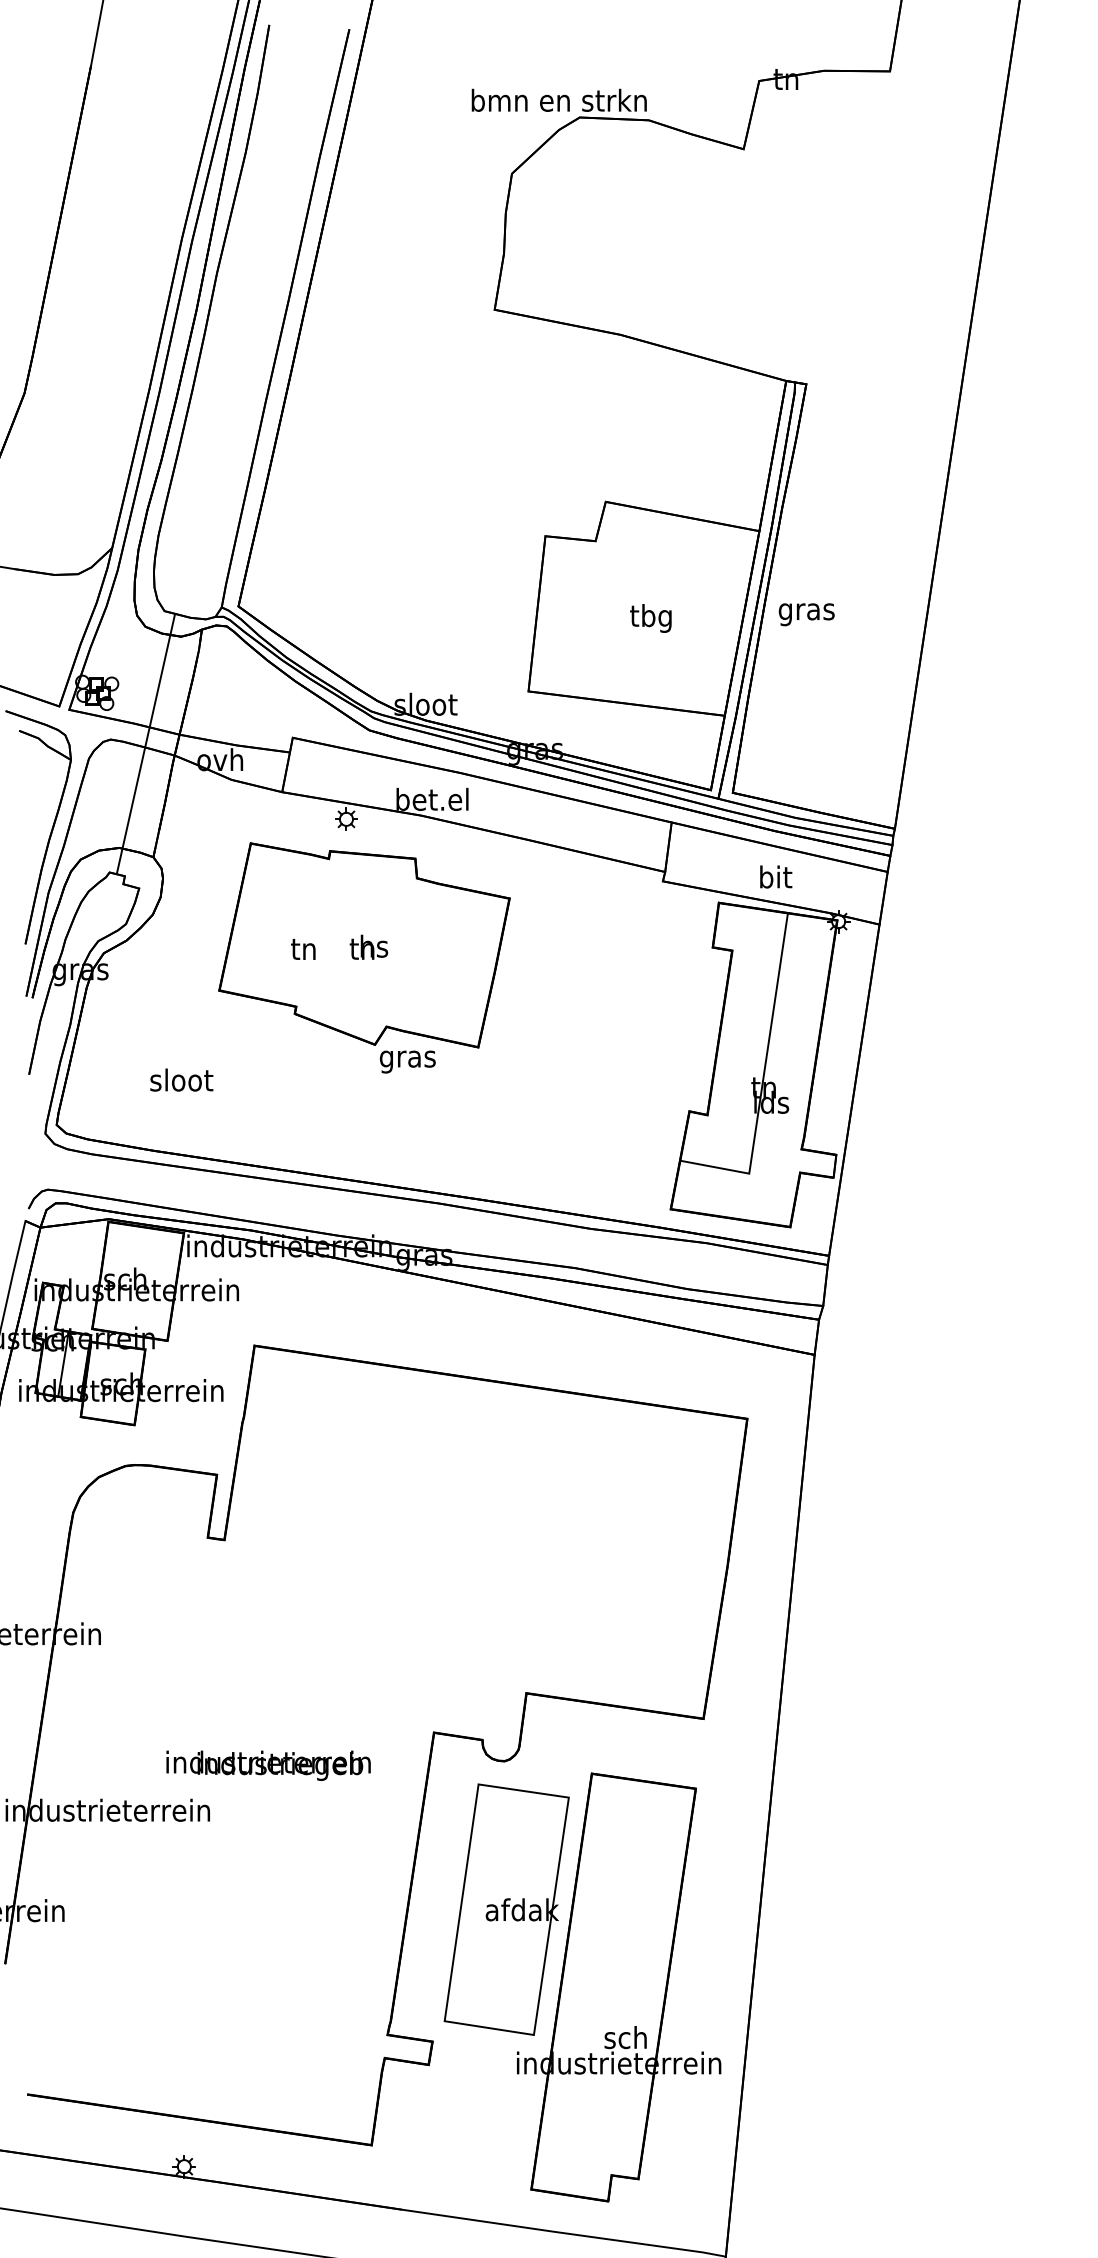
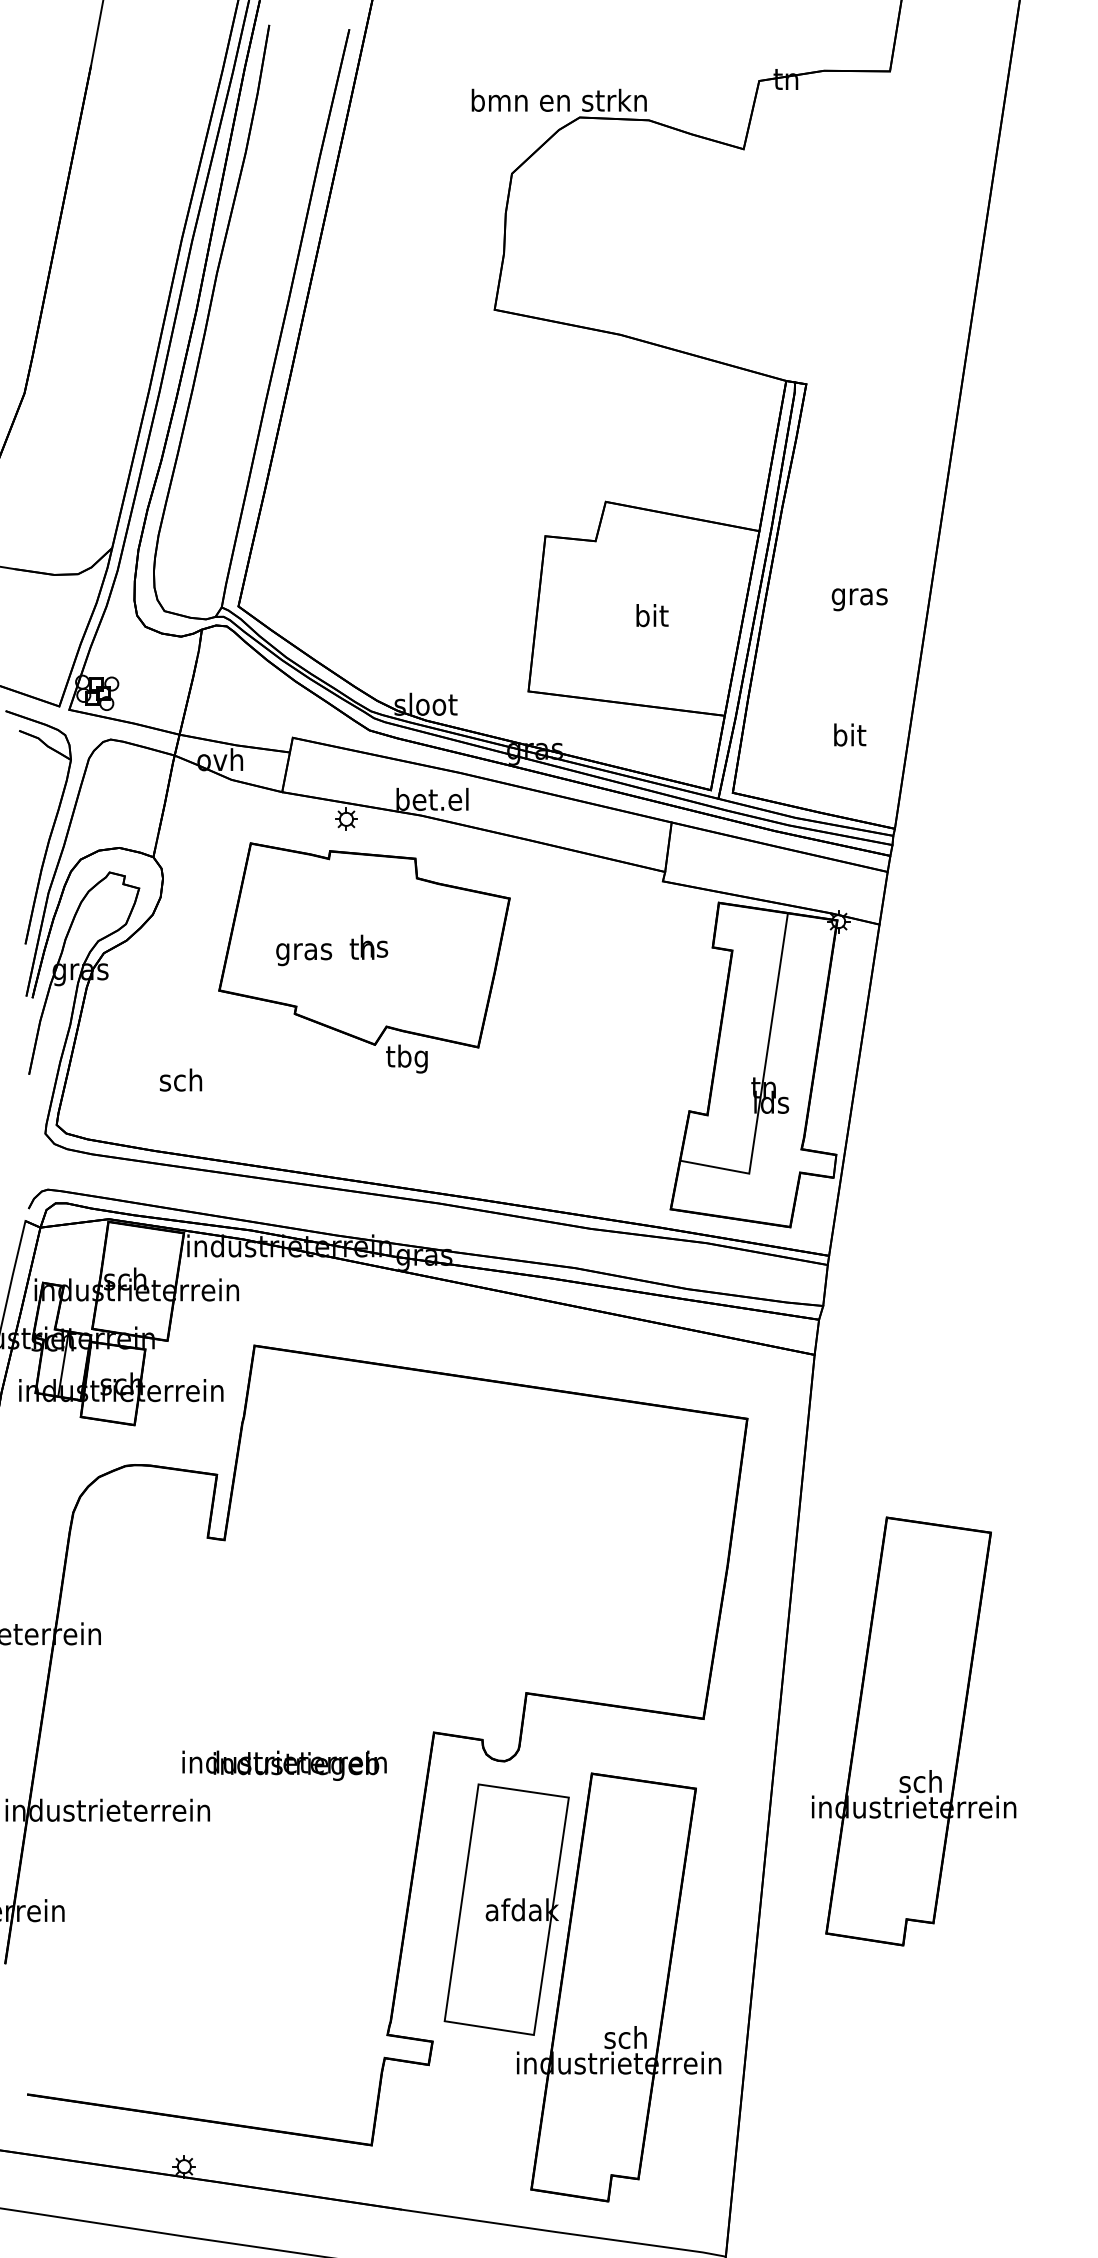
text at (806, 614) position: (806, 614) -> (859, 599)
text at (650, 618): tbg -> bit
line at (145, 744): present -> none
text at (776, 876) position: (776, 876) -> (850, 734)
text at (304, 952): tn -> gras
text at (407, 1058): gras -> tbg
text at (181, 1079): sloot -> sch
part at (914, 1731): none -> present
text at (268, 1765) position: (268, 1765) -> (284, 1765)
